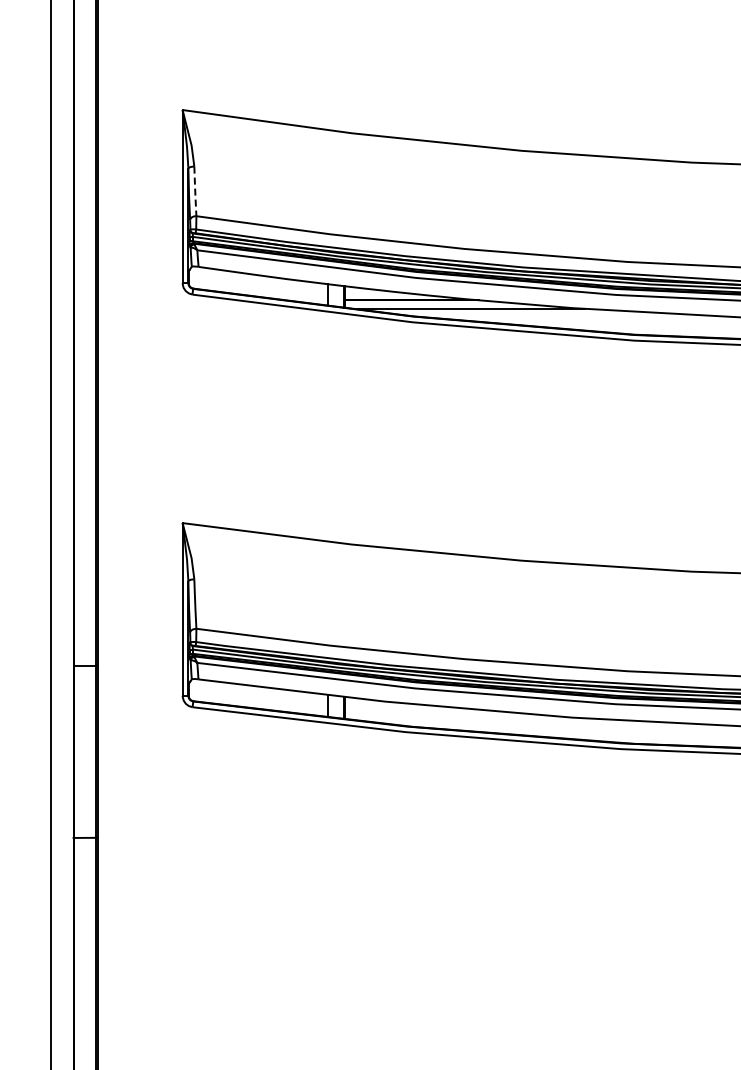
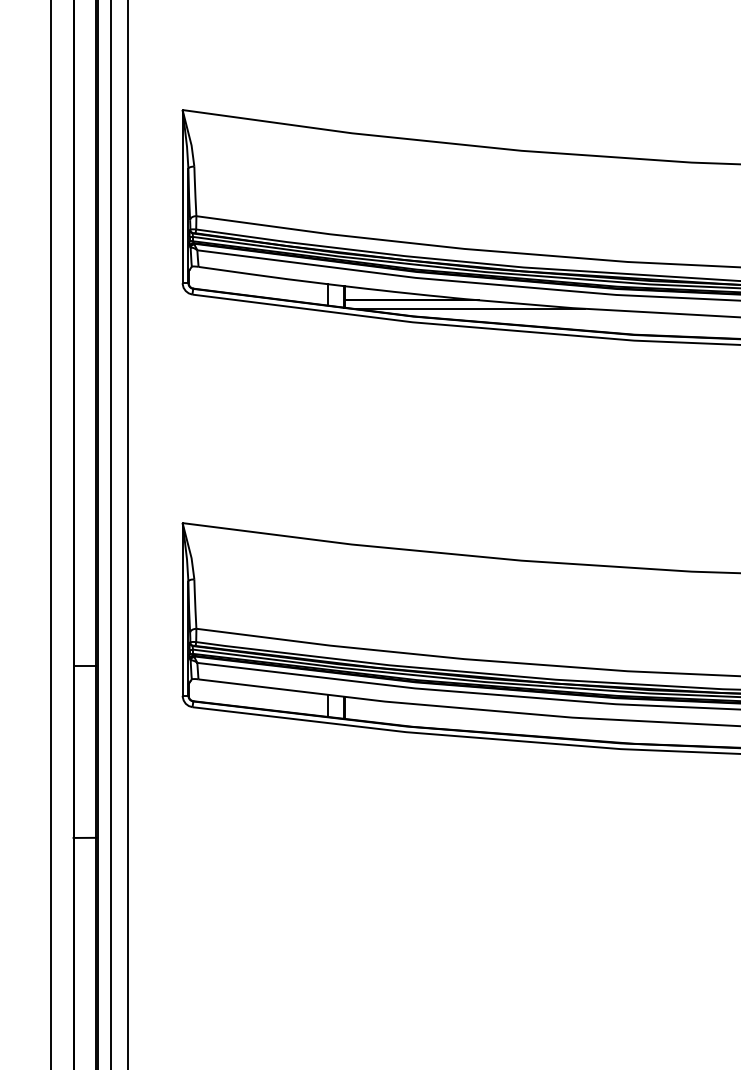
line at (195, 191): dashed -> solid
line at (110, 534): none -> present
line at (127, 534): none -> present
